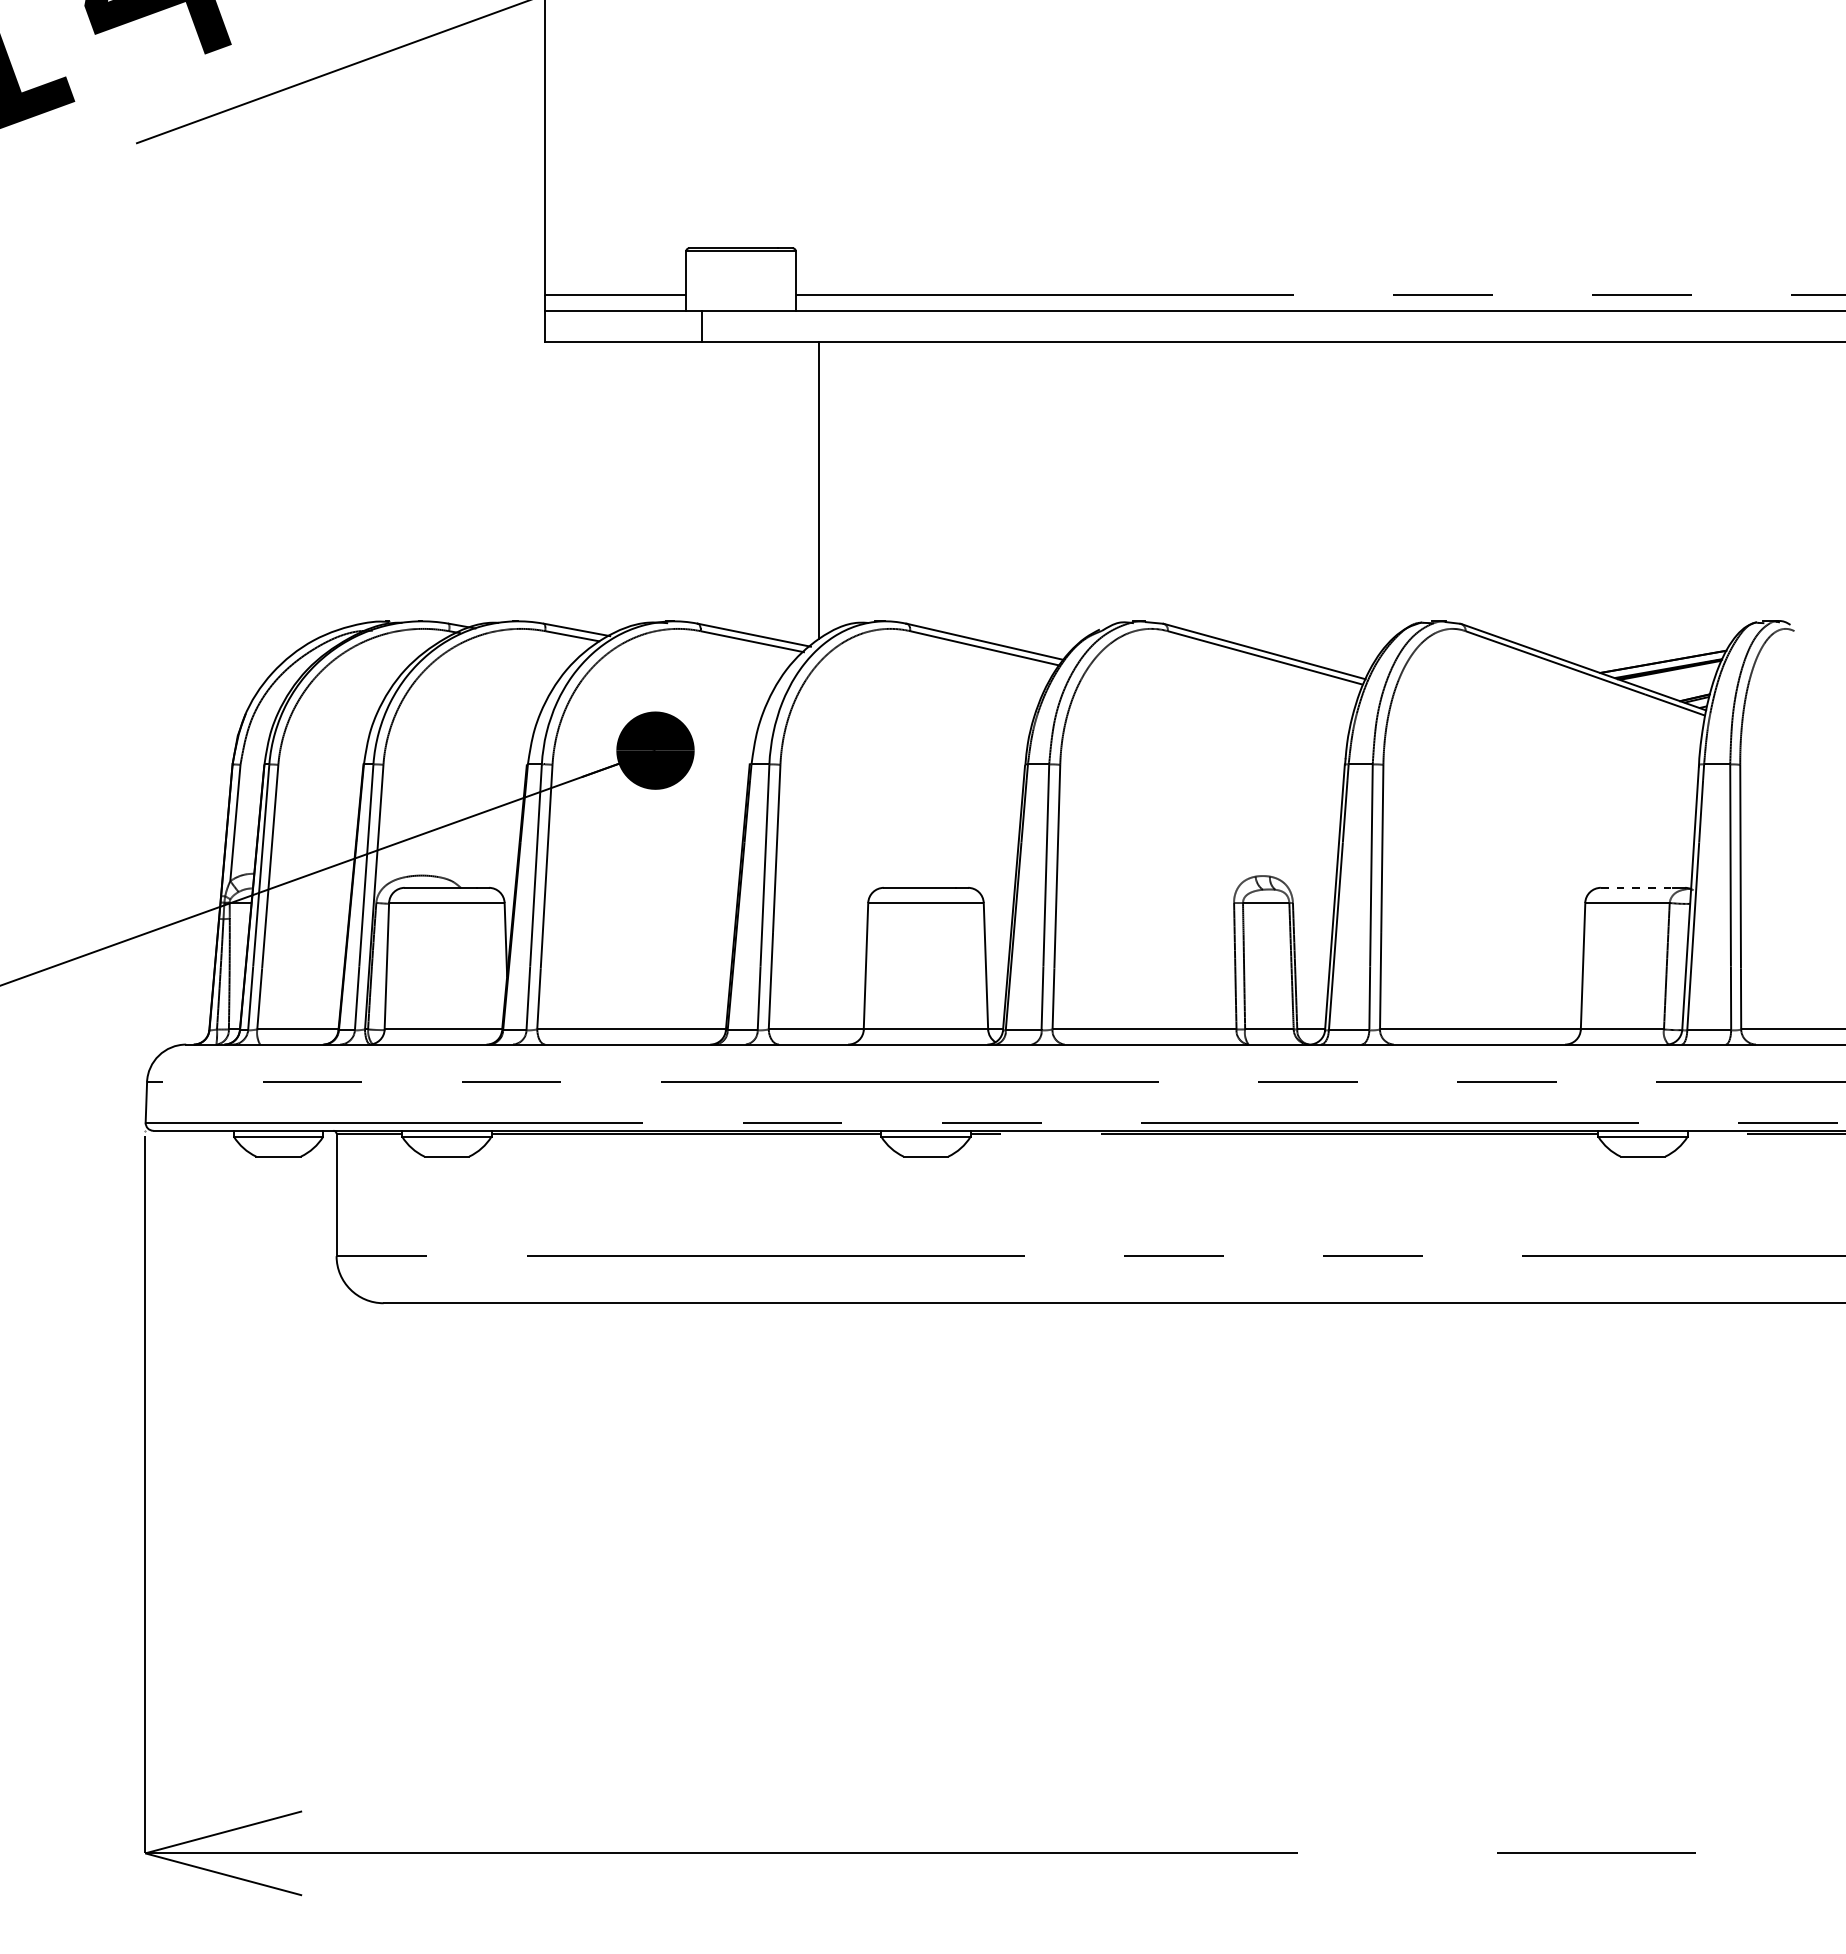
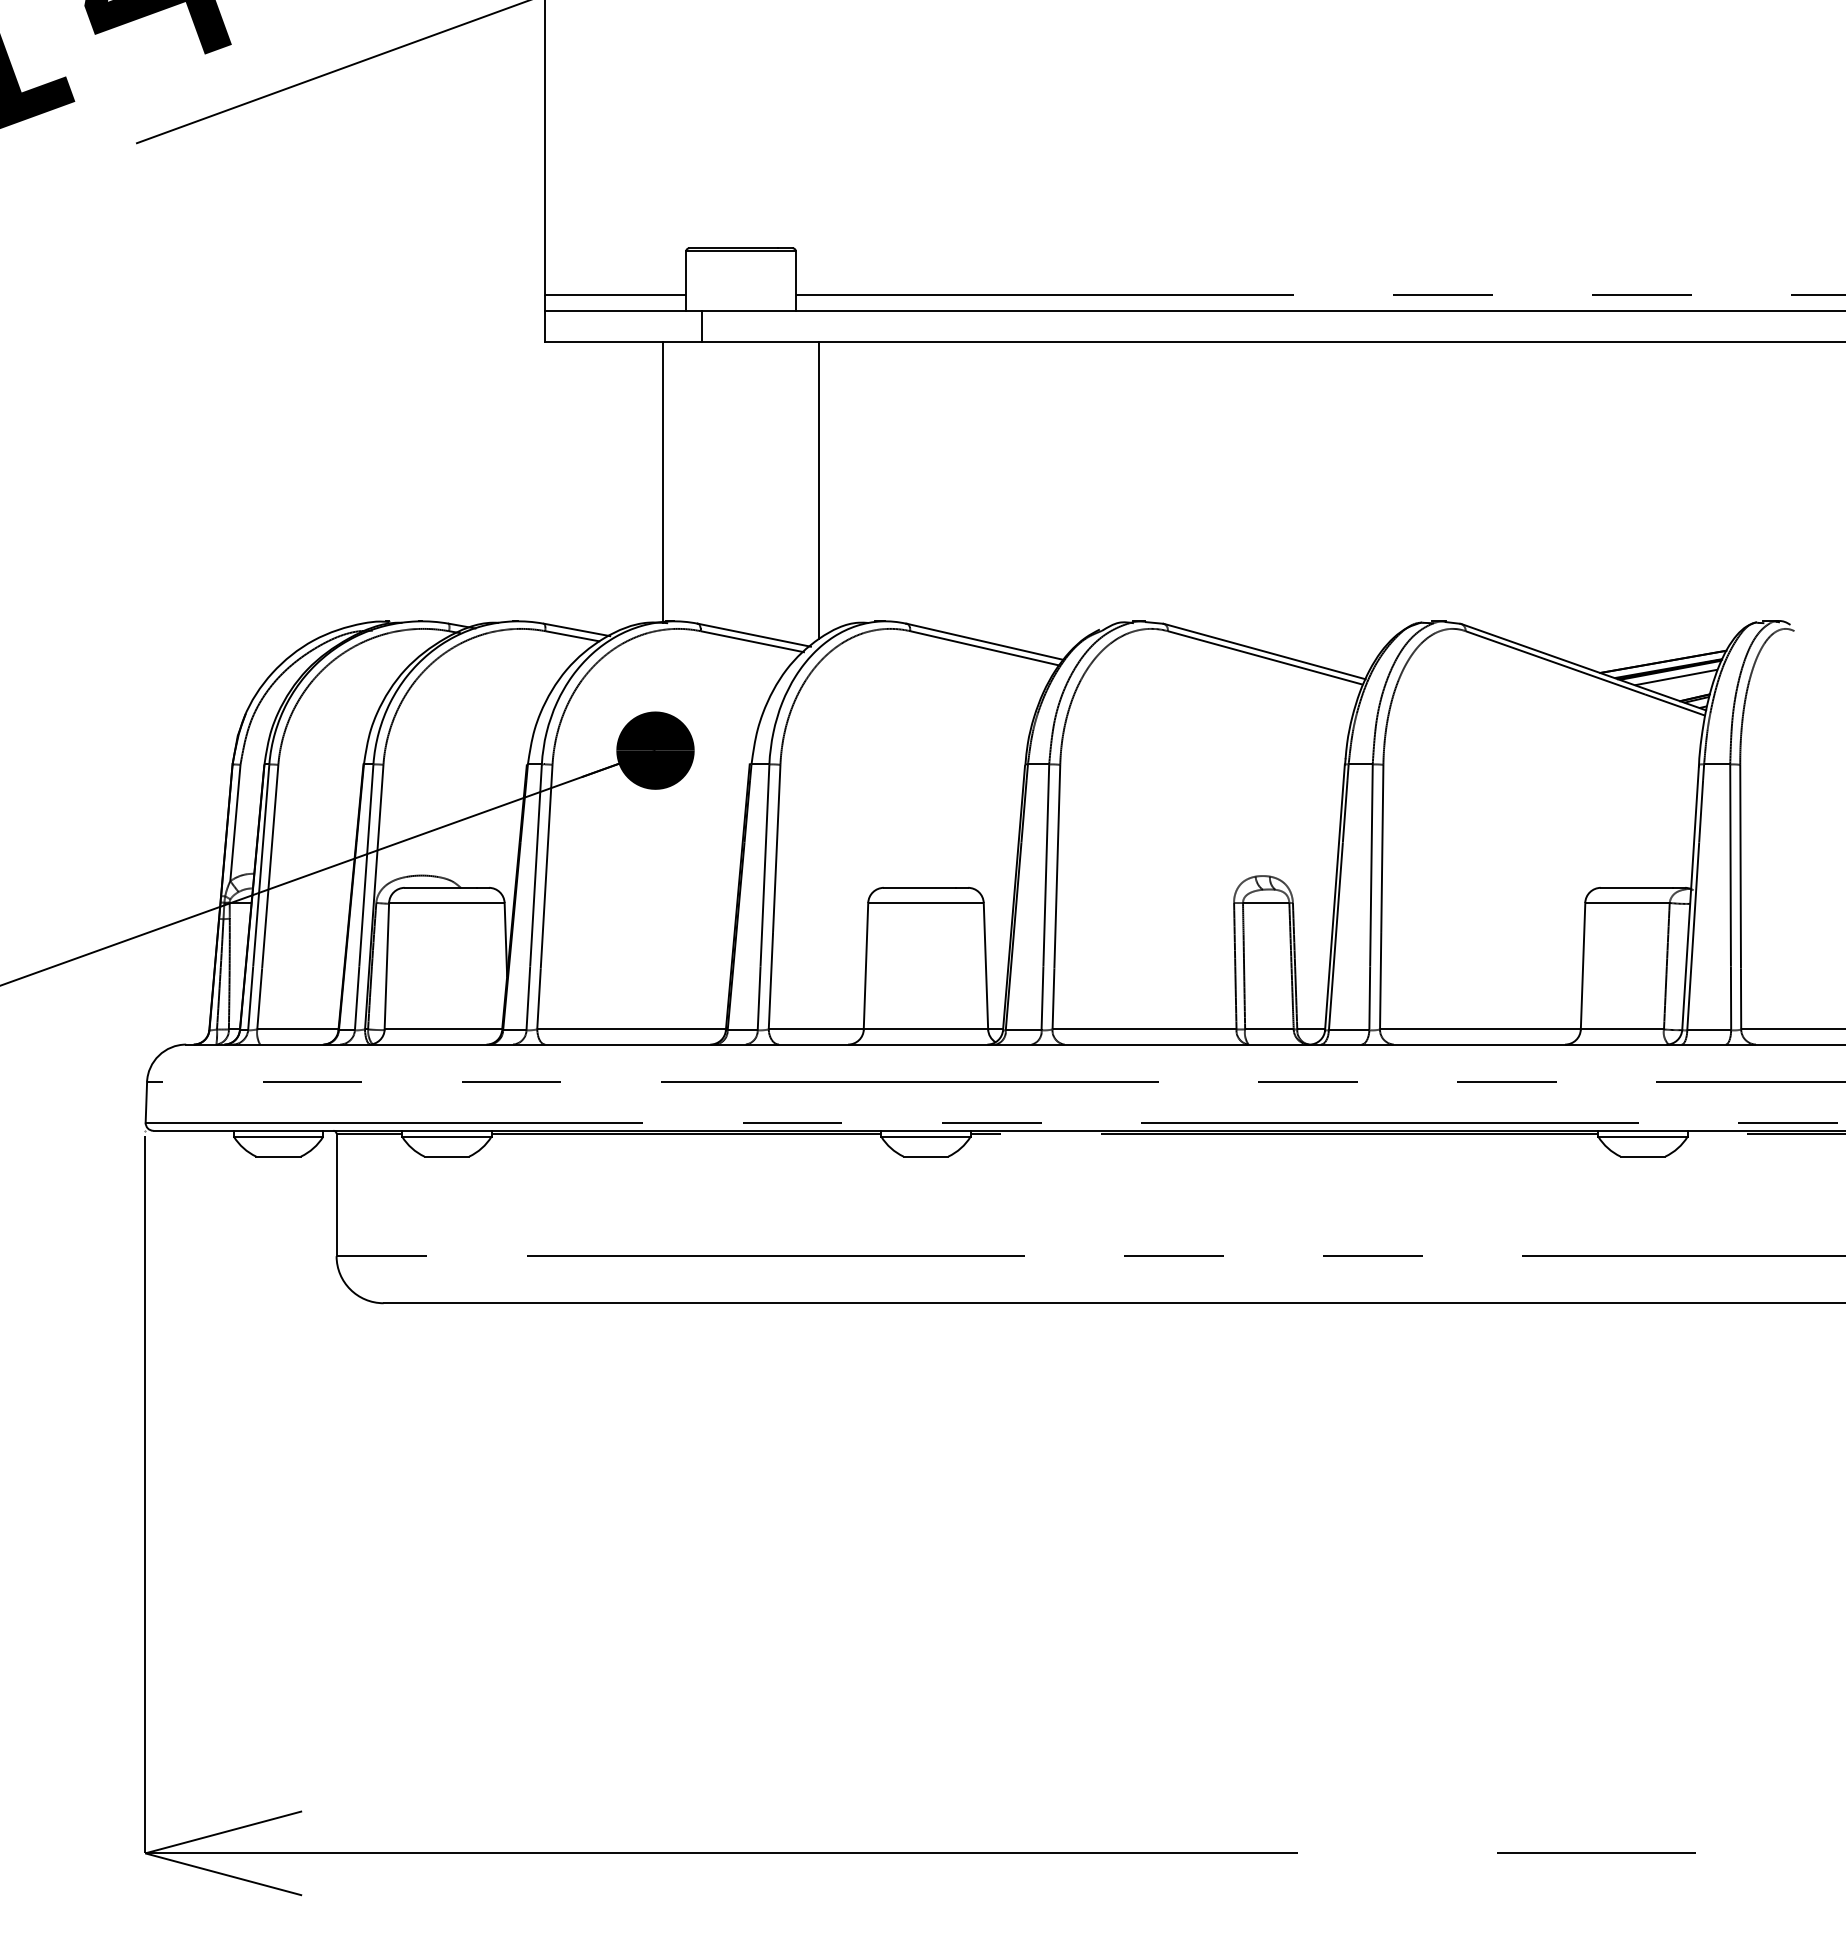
line at (662, 482): none -> present
line at (1675, 677): none -> present
line at (1636, 887): dashed -> solid
